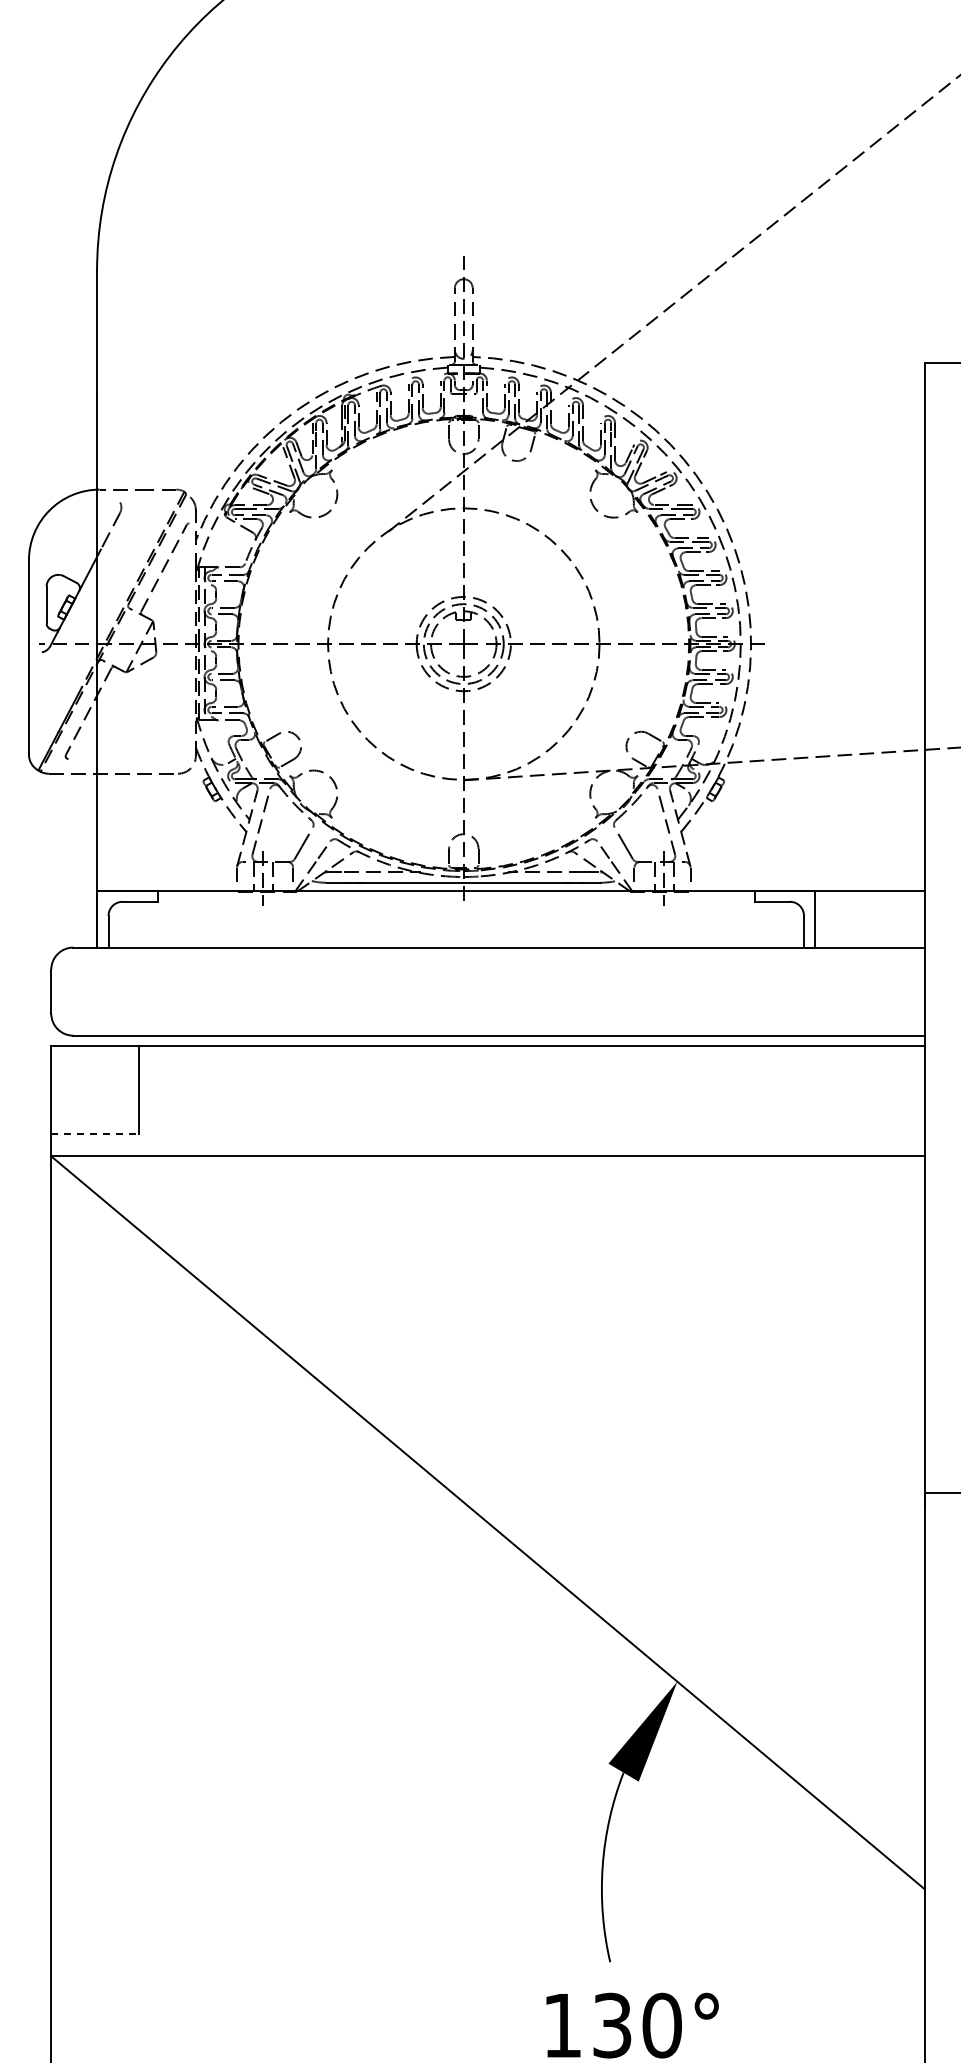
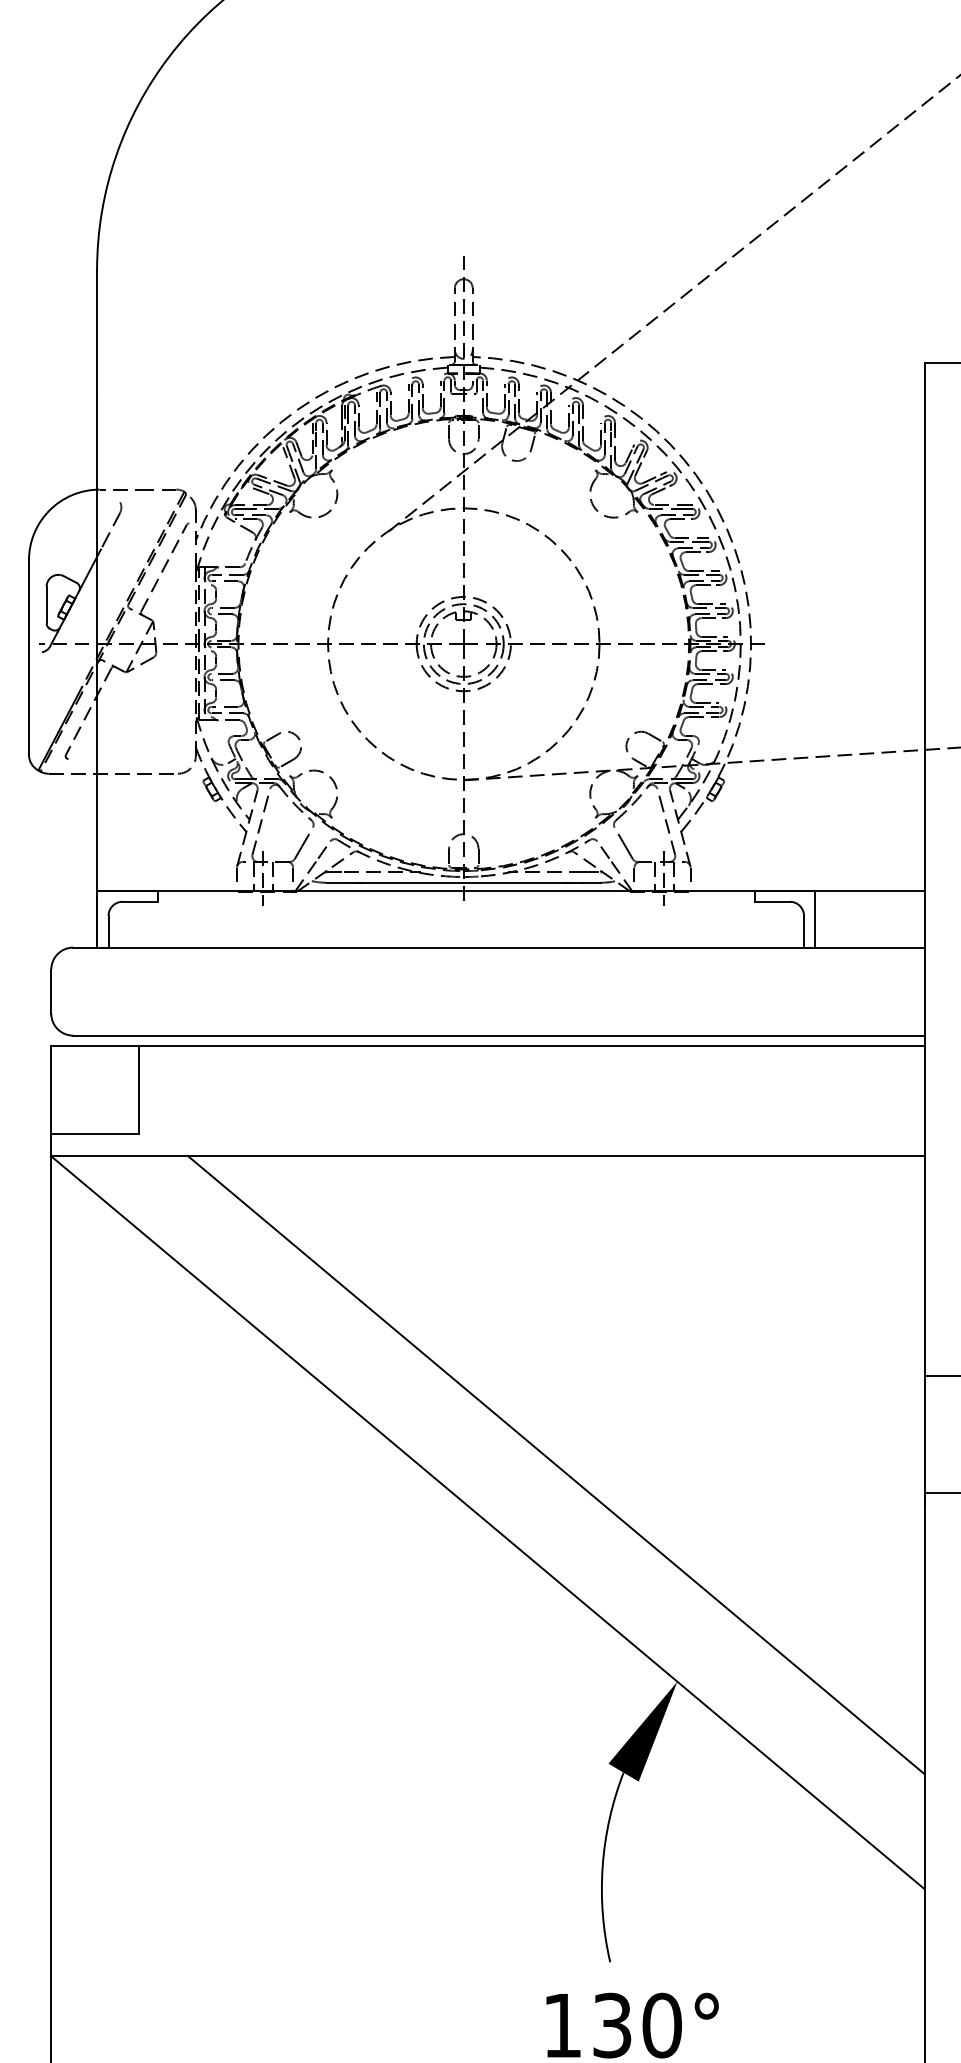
line at (95, 1134): dashed -> solid
line at (940, 1375): none -> present
line at (556, 1465): none -> present
